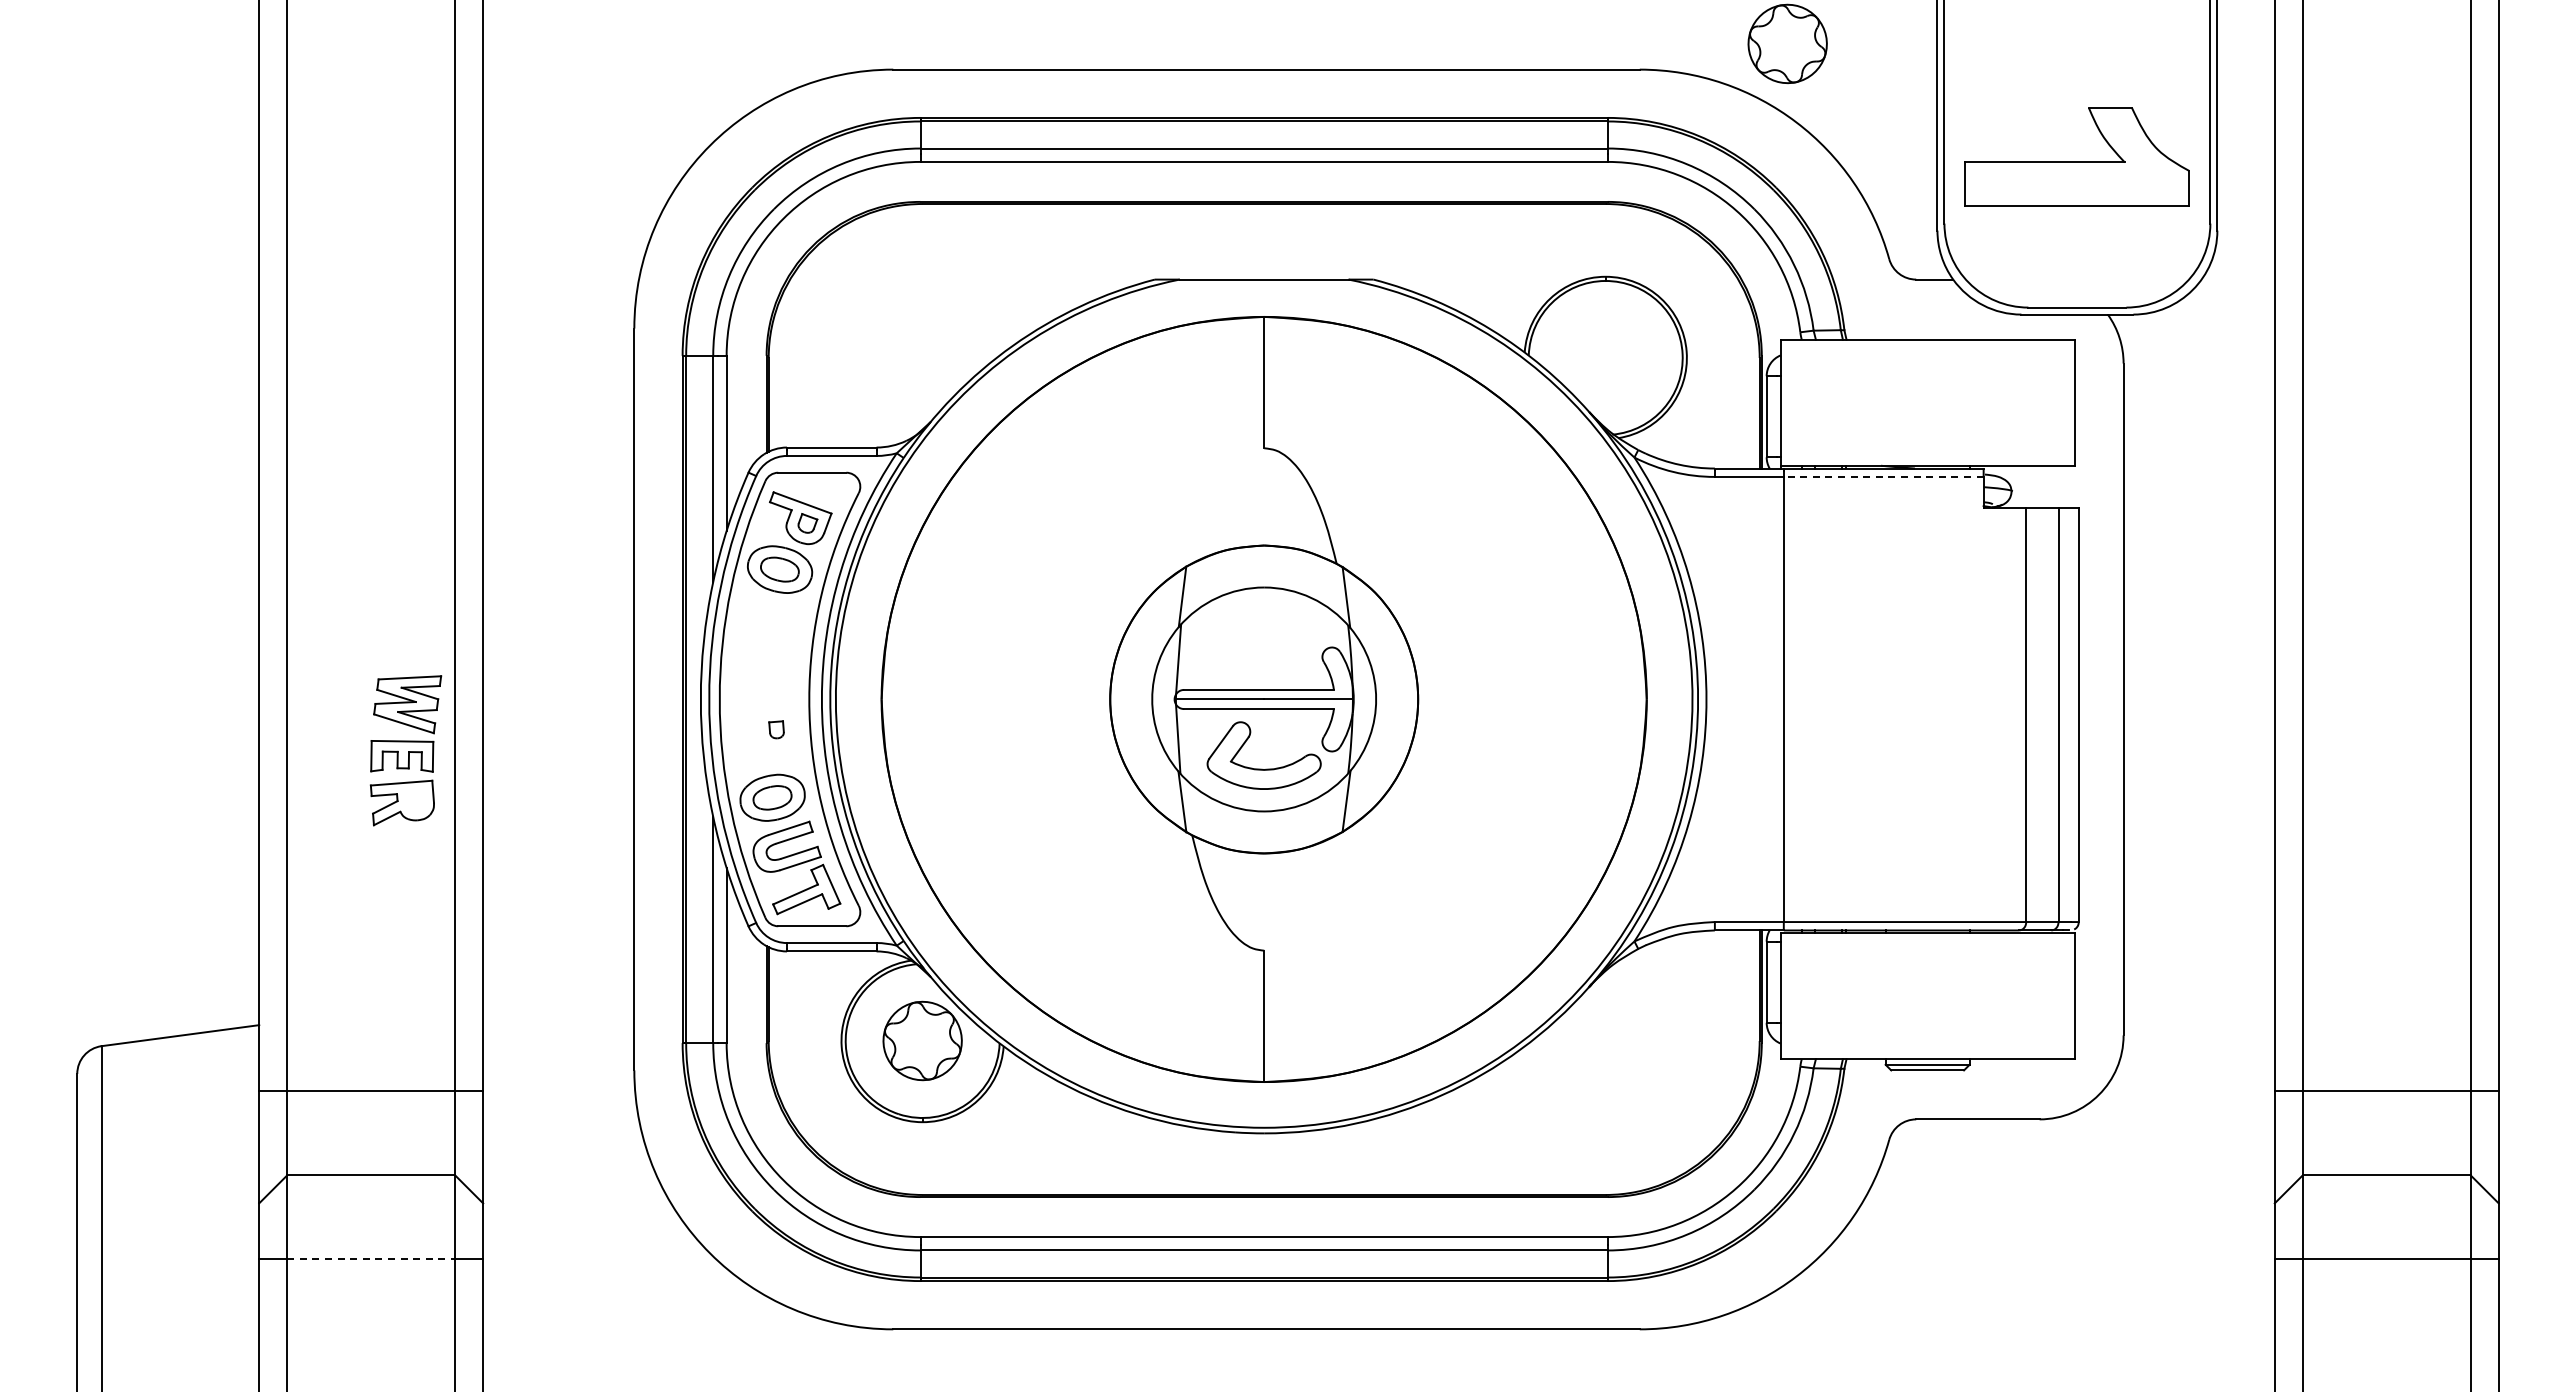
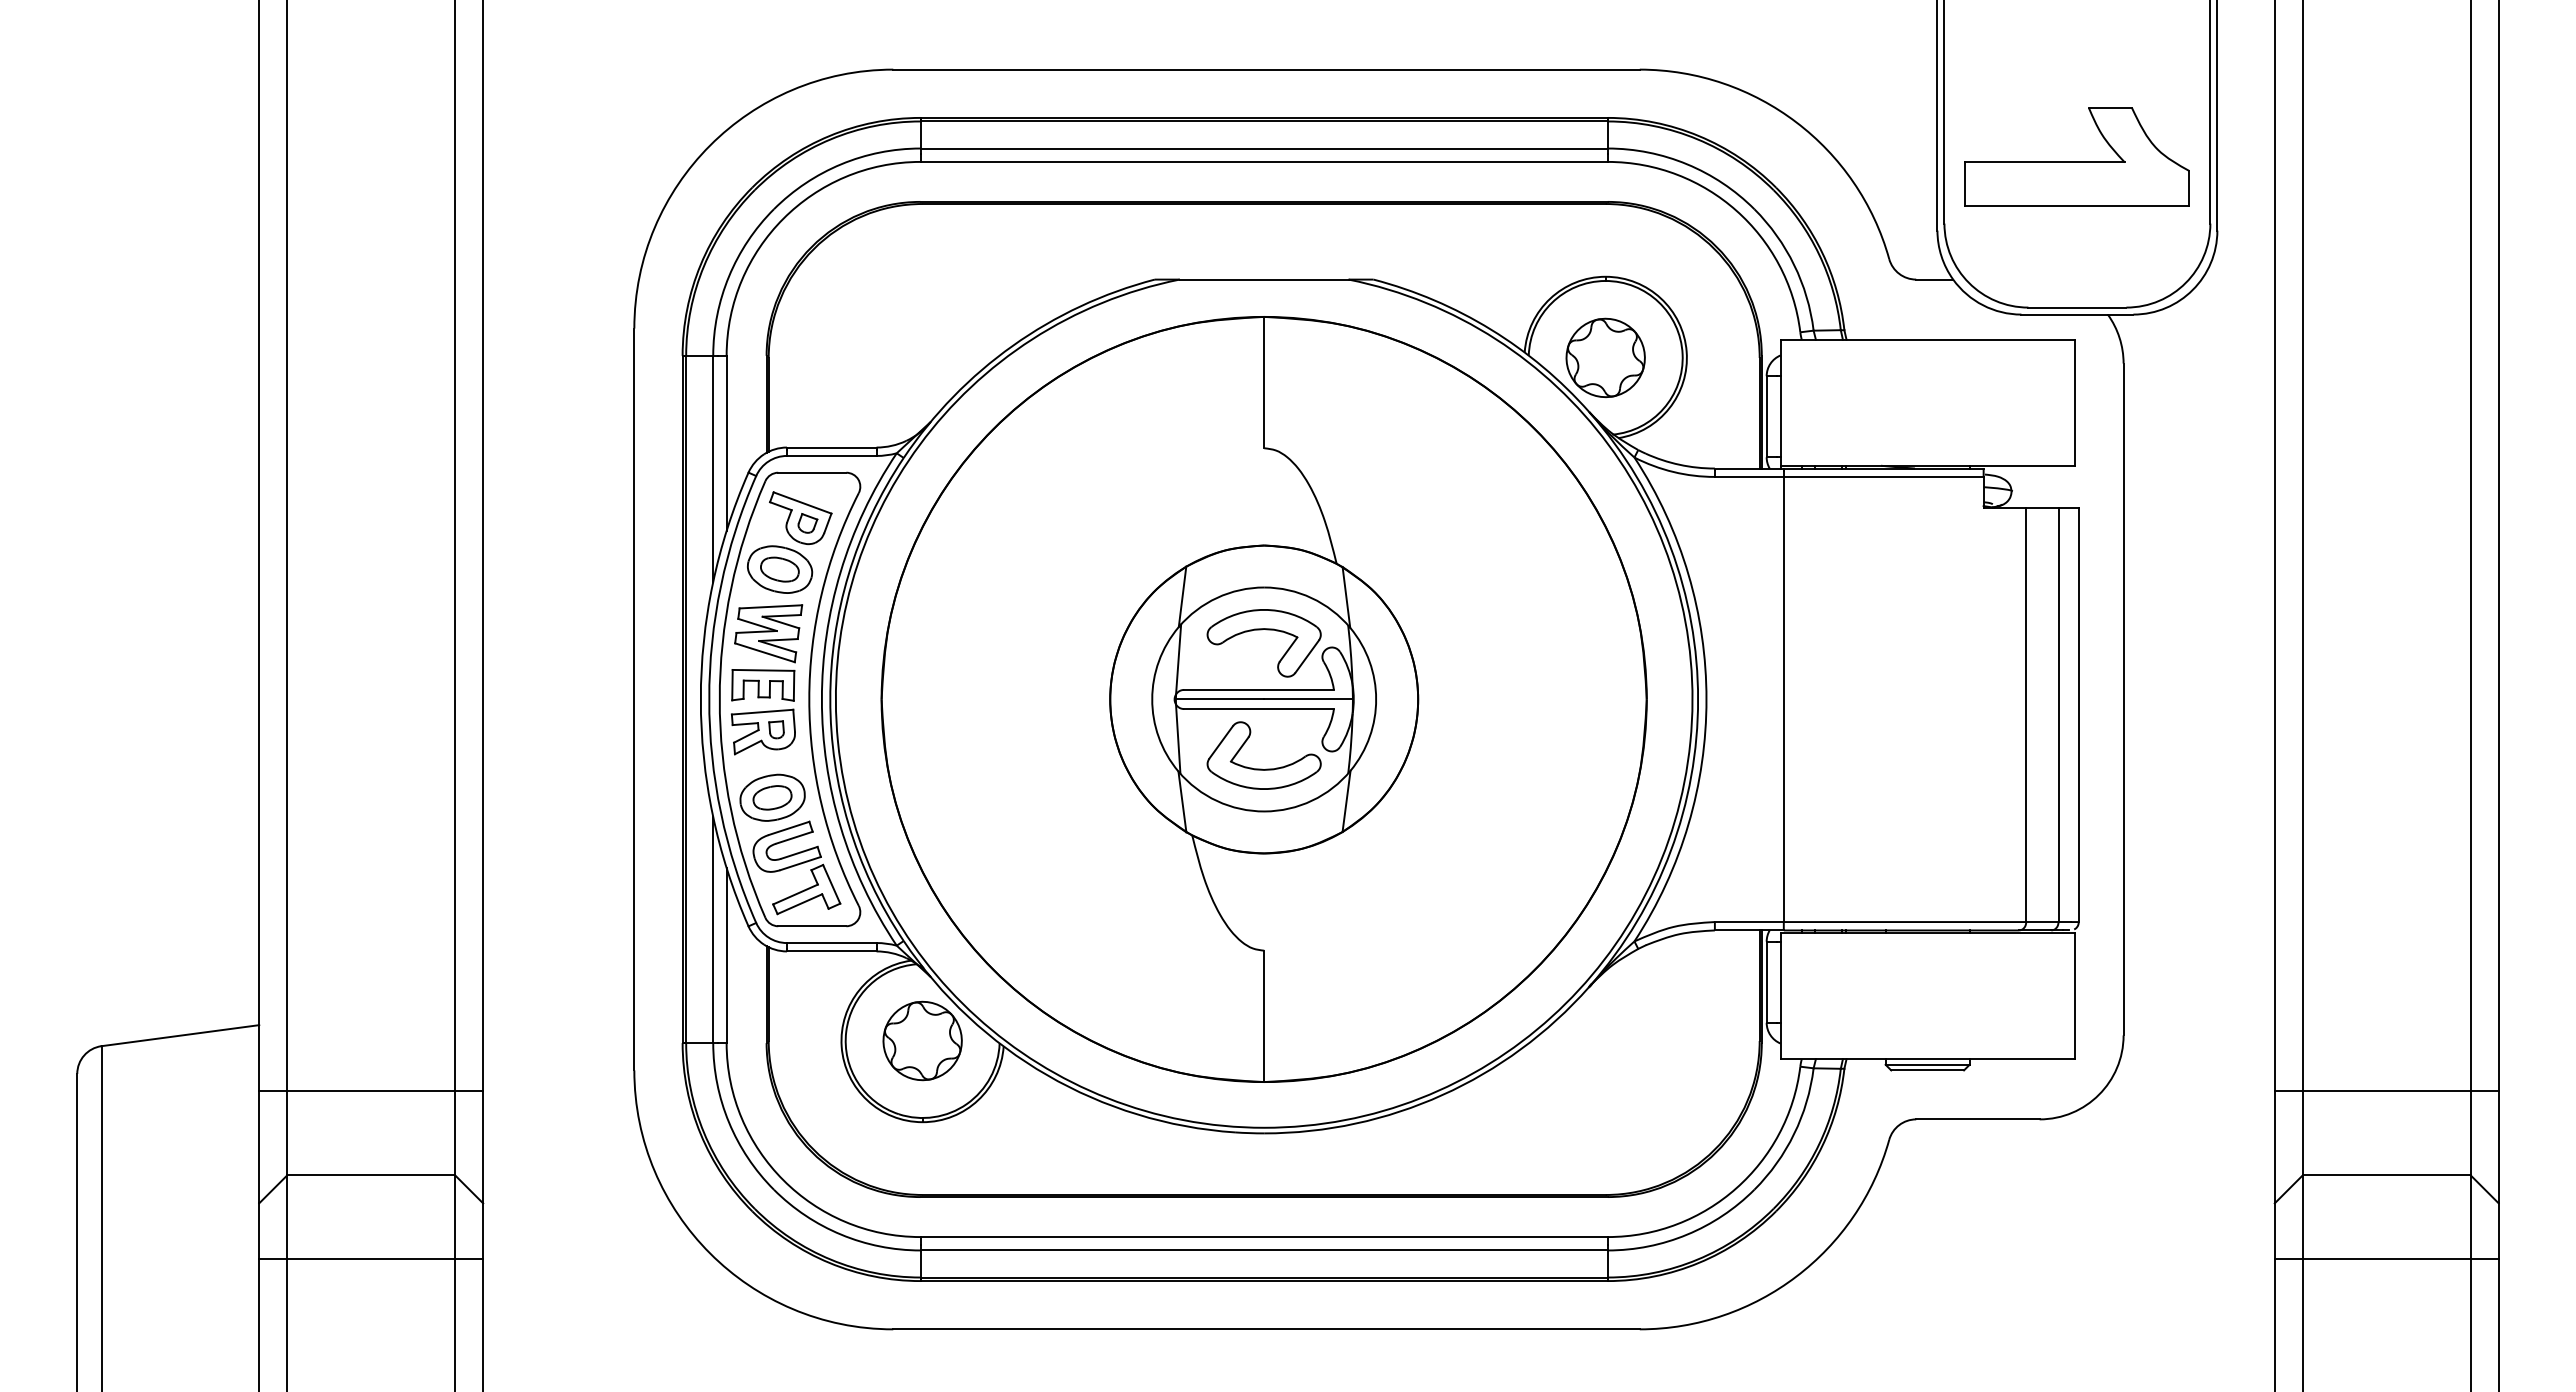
part at (1787, 43) position: (1787, 43) -> (1605, 357)
line at (1883, 476): dashed -> solid
part at (1262, 630): none -> present
part at (405, 750) position: (405, 750) -> (766, 679)
line at (371, 1259): dashed -> solid
